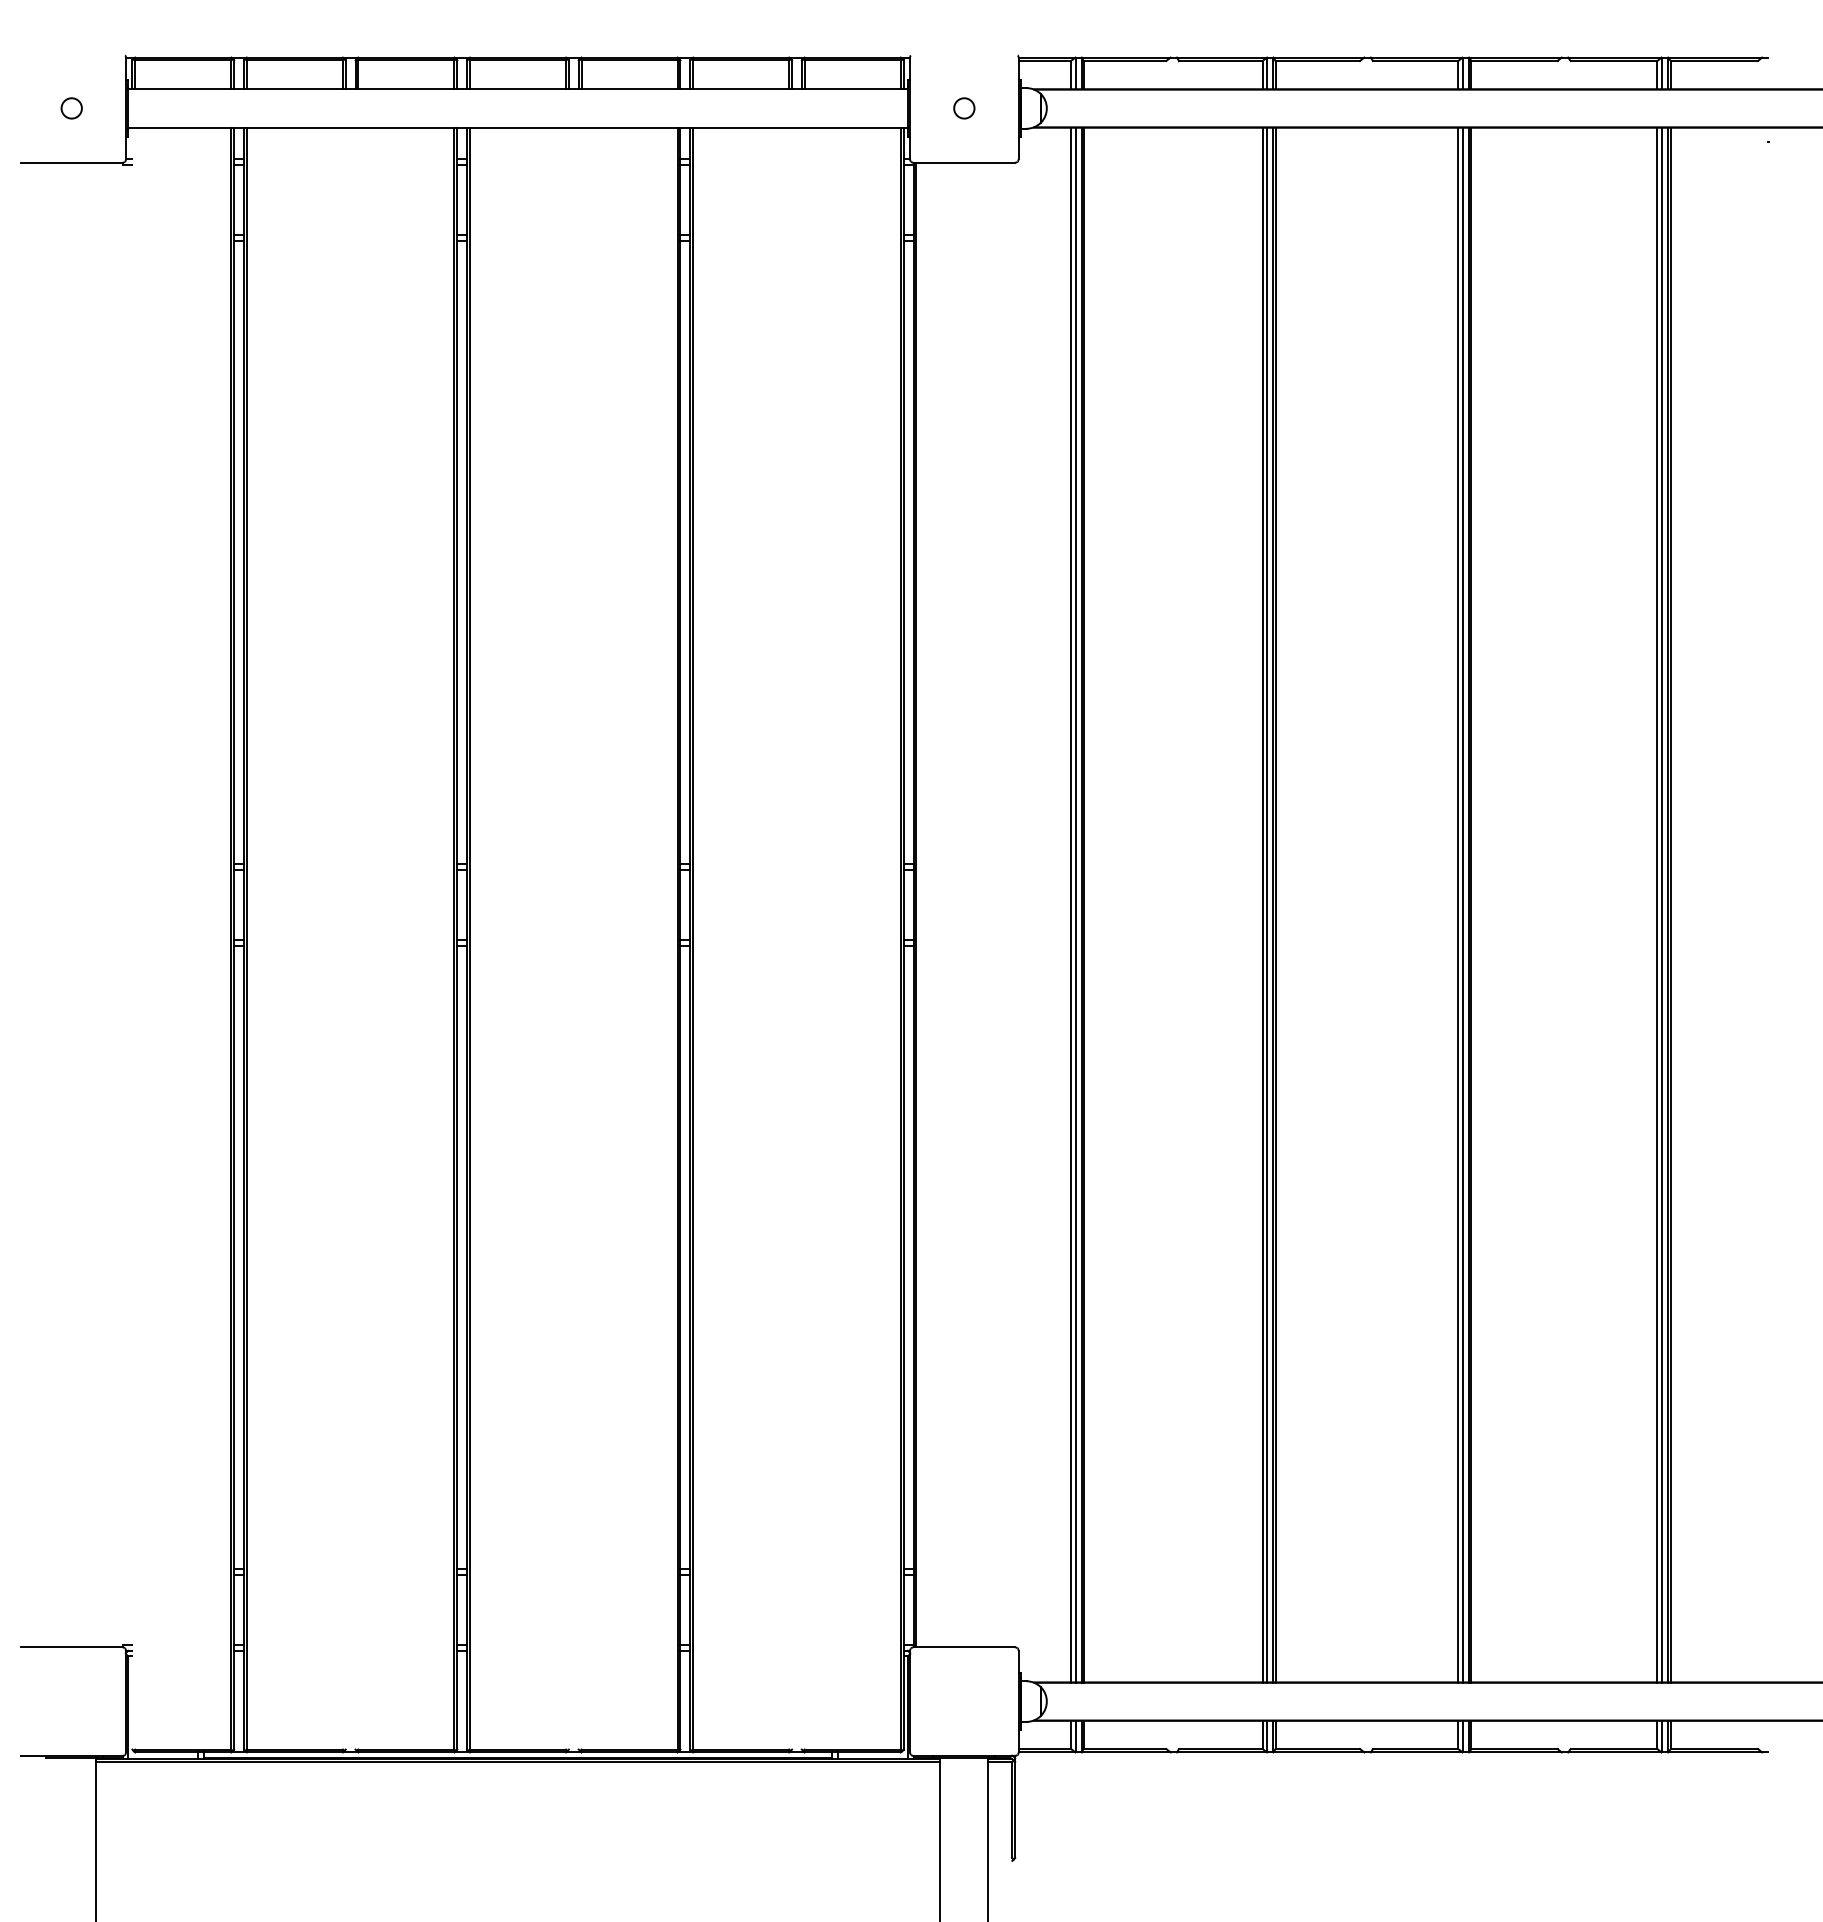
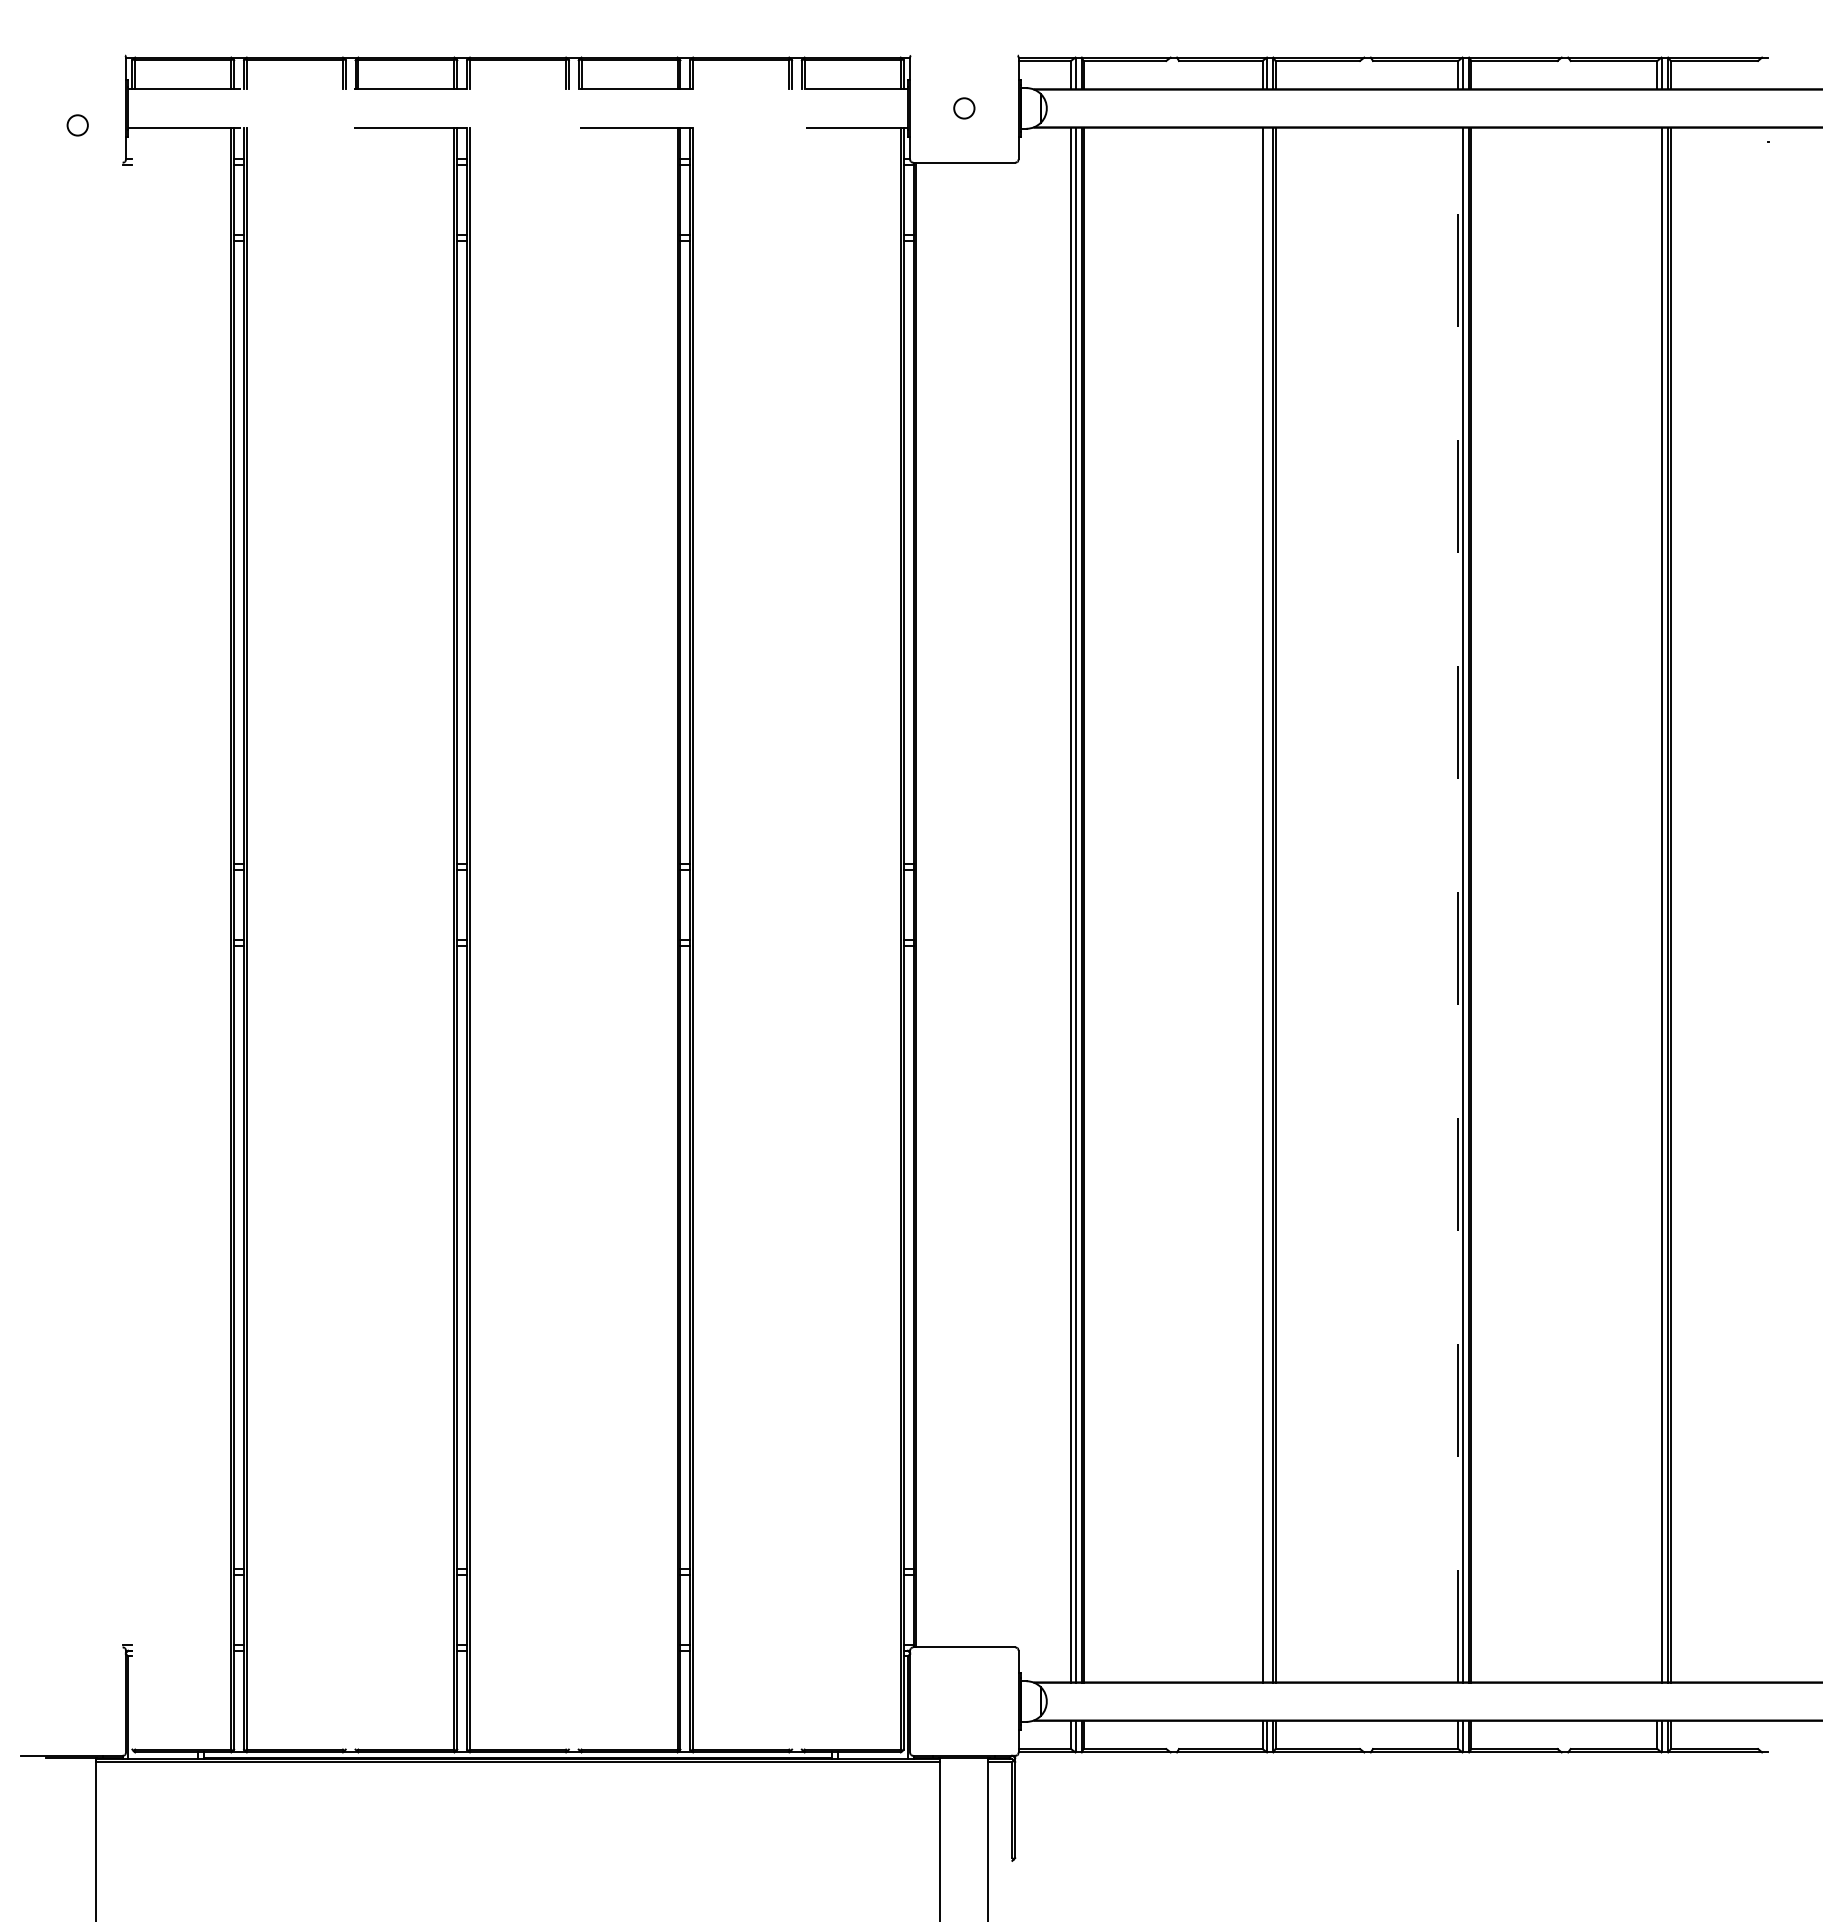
line at (518, 89): solid -> dashed
circle at (71, 108) position: (71, 108) -> (77, 125)
line at (518, 127): solid -> dashed
line at (71, 162): present -> none
line at (1267, 904): present -> none
line at (1657, 904): present -> none
line at (1458, 905): solid -> dashed
line at (71, 1647): present -> none
